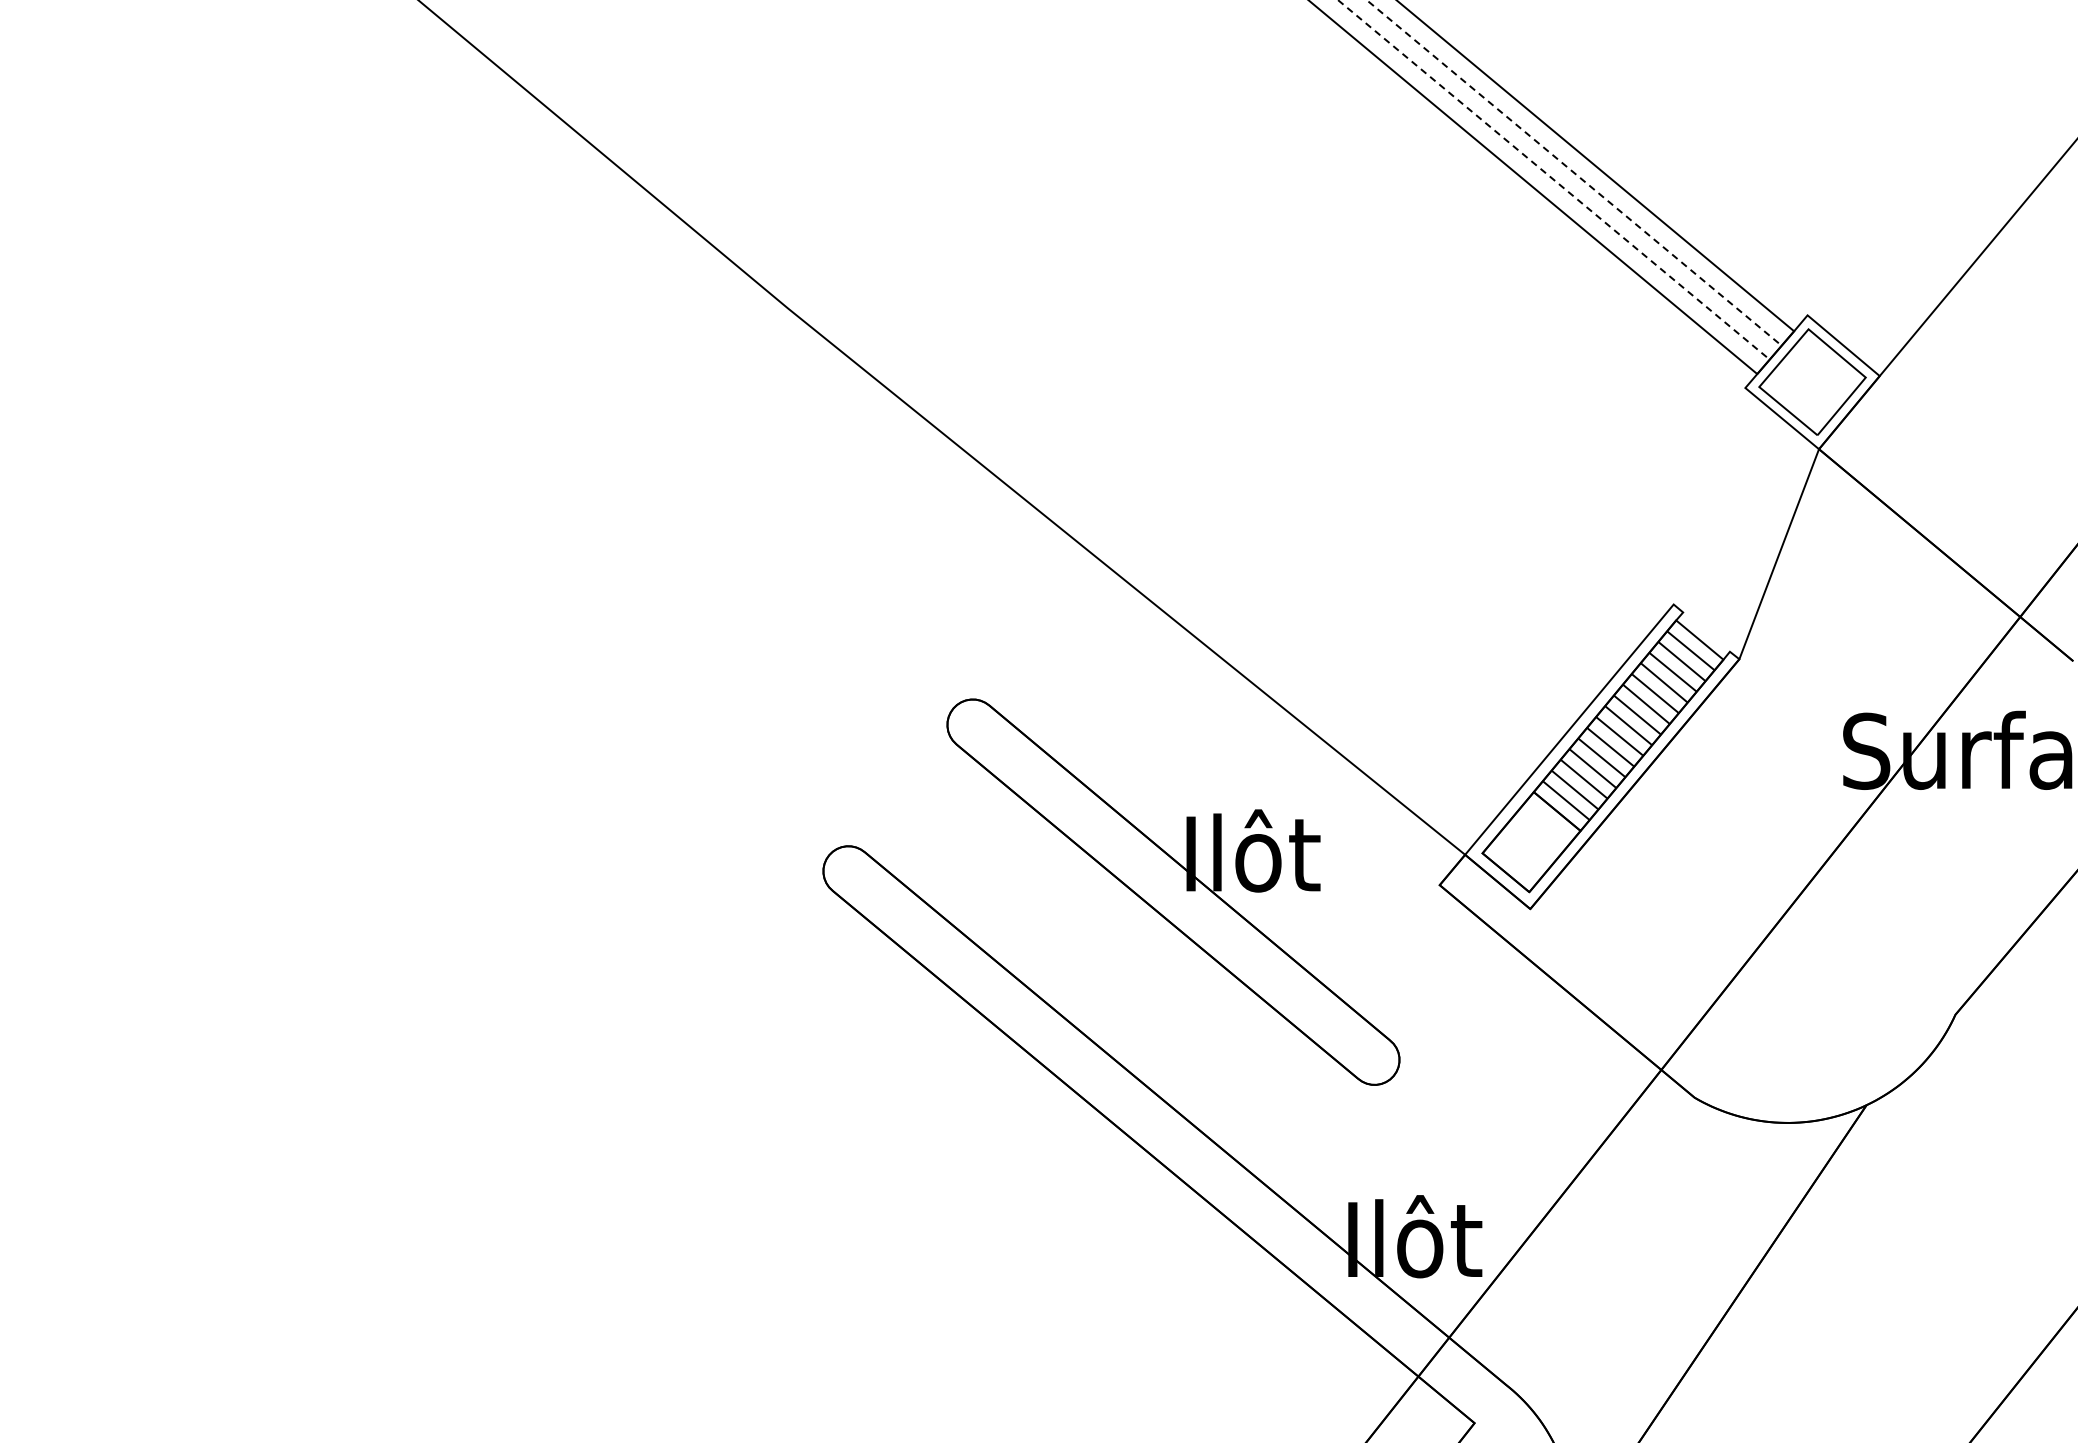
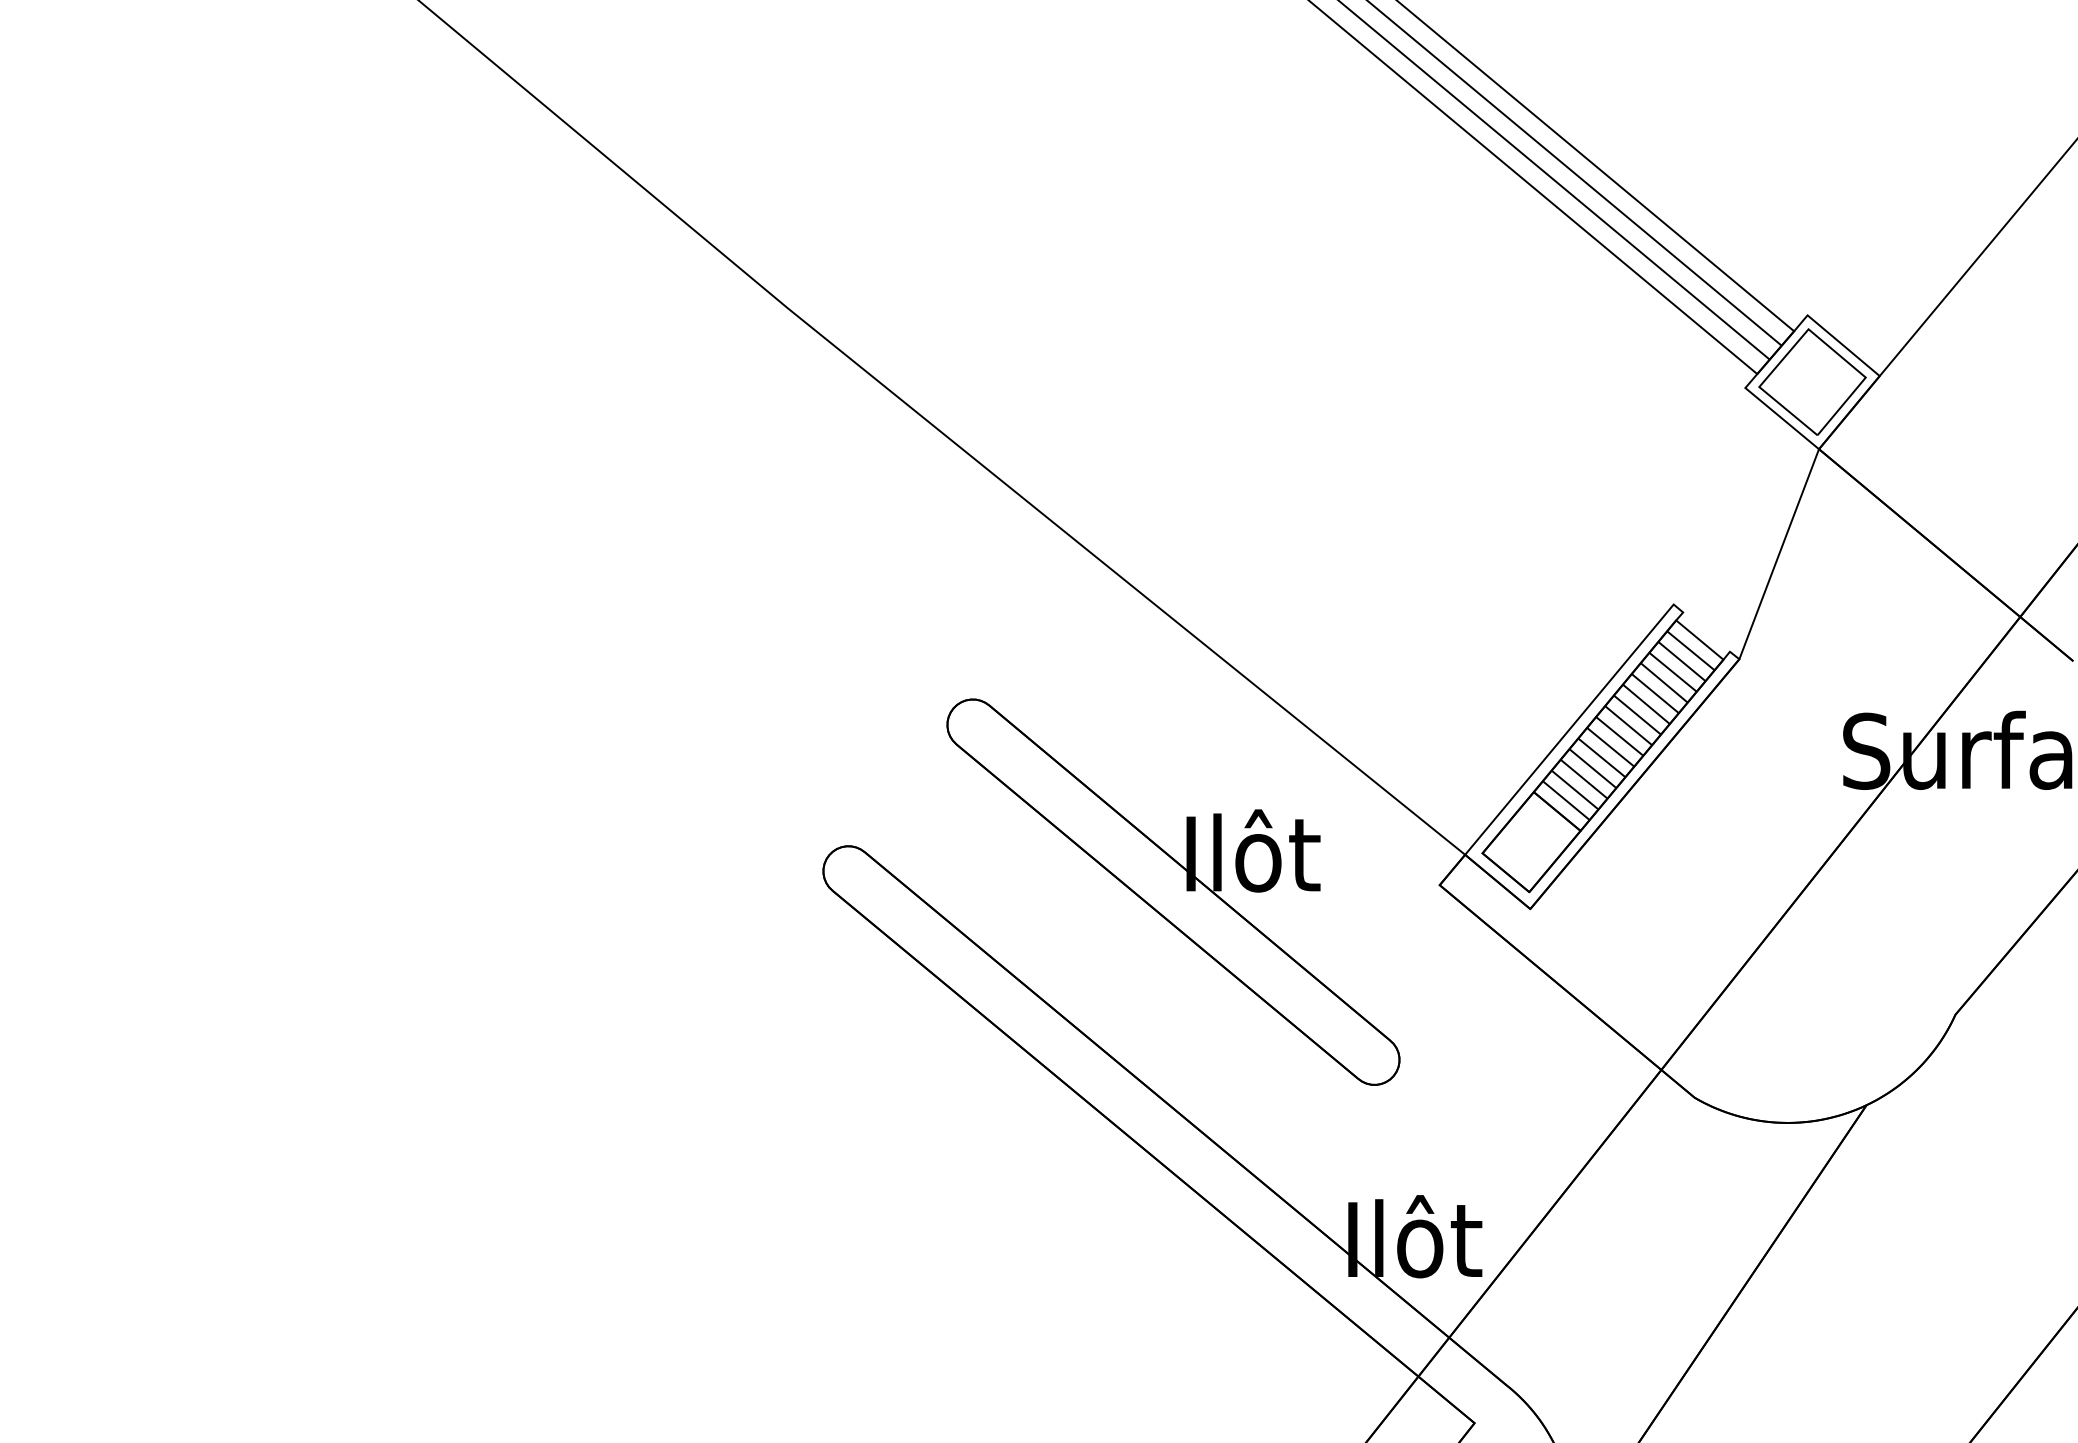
line at (1574, 173): dashed -> solid
line at (1553, 179): dashed -> solid
